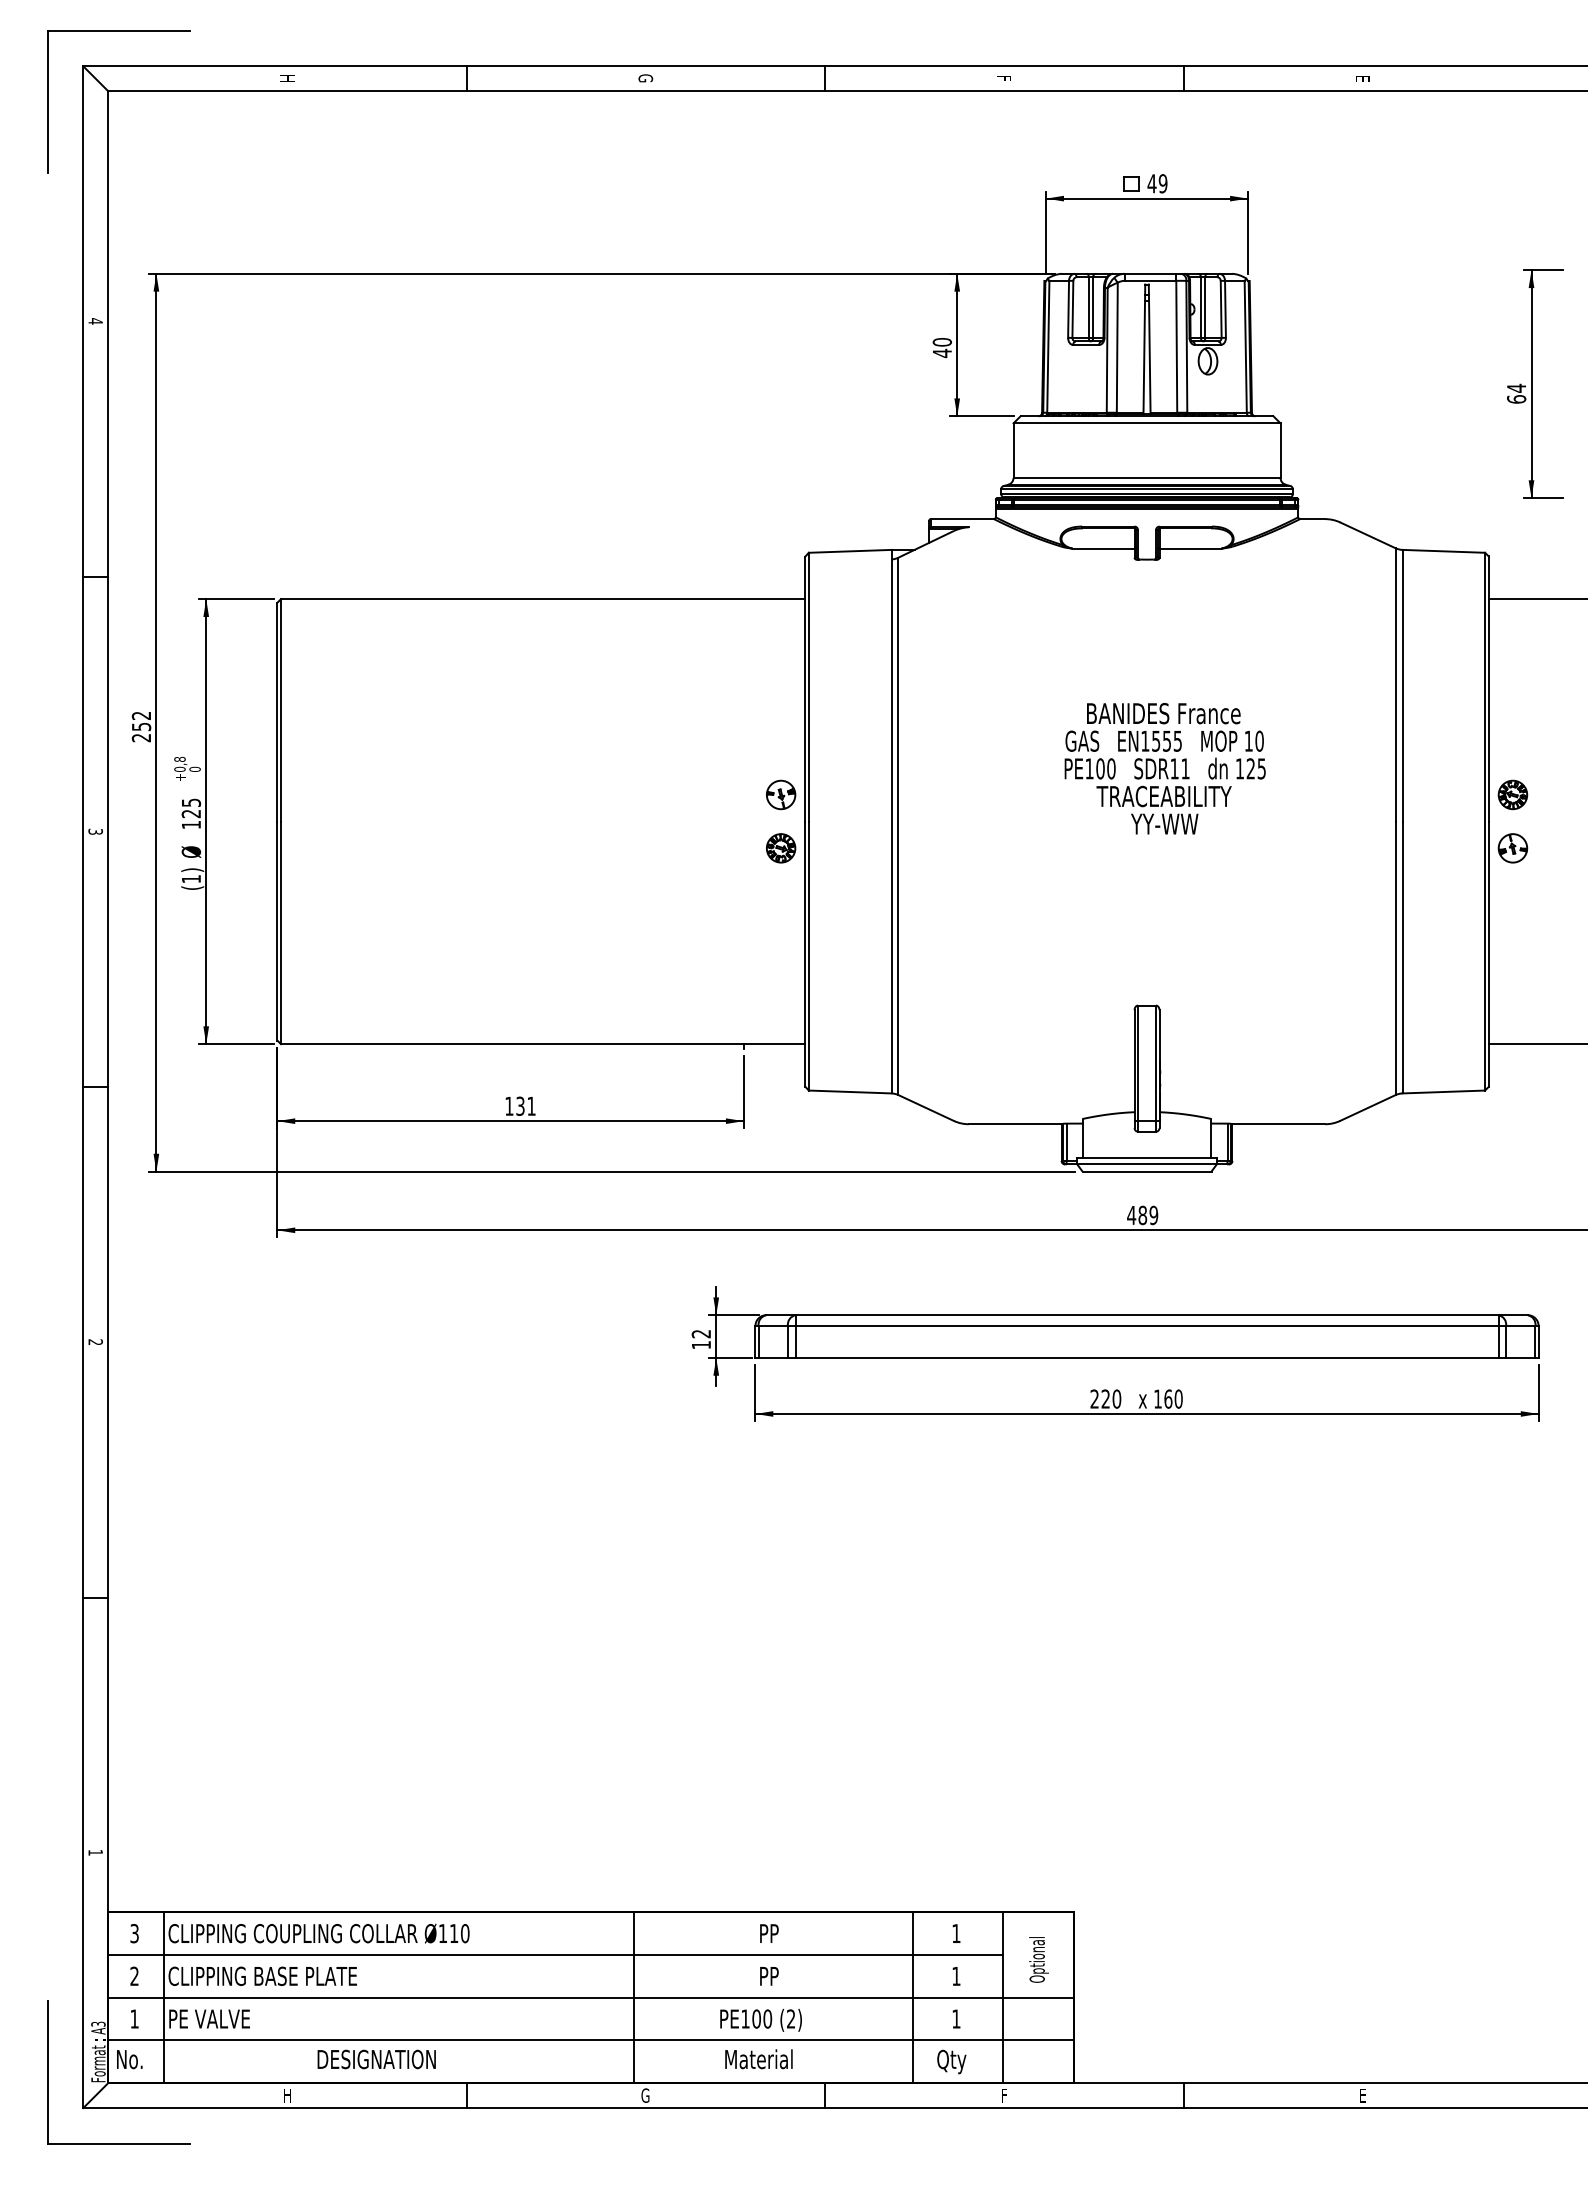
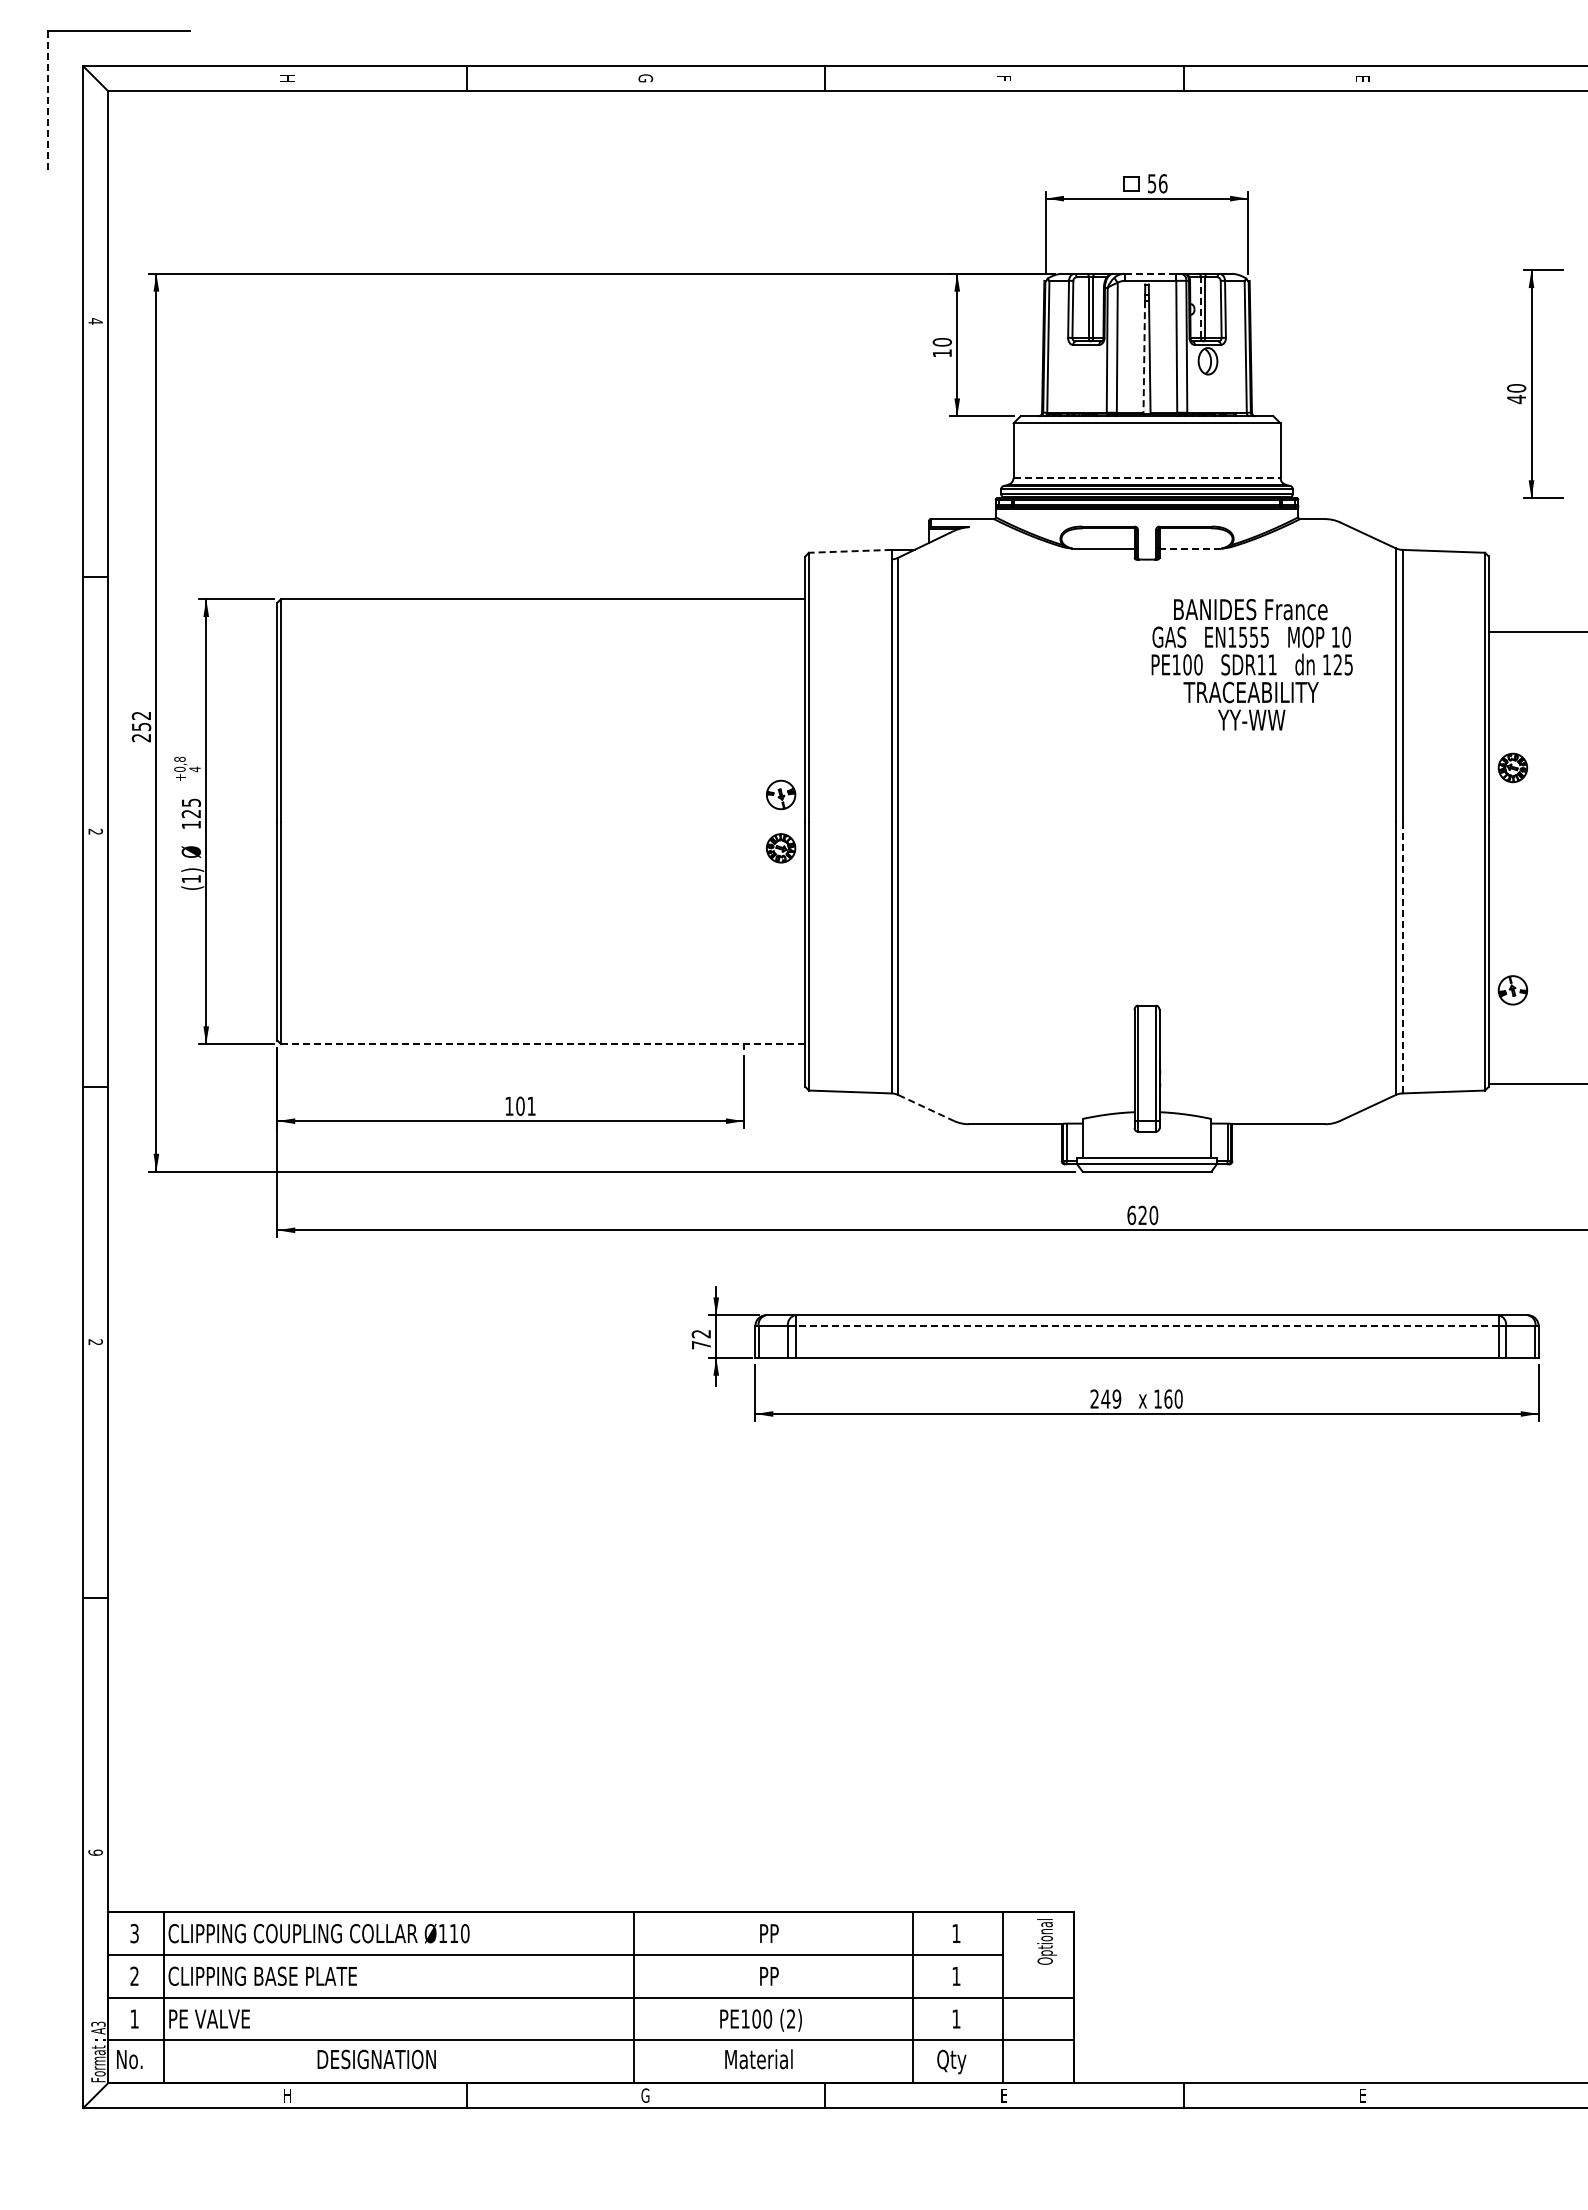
line at (47, 102): solid -> dashed
text at (1157, 183): 49 -> 56
line at (1150, 273): solid -> dashed
line at (1200, 307): solid -> dashed
text at (942, 353): 40 -> 10
line at (1144, 357): solid -> dashed
text at (1516, 393): 64 -> 40
line at (1147, 477): solid -> dashed
line at (1190, 548): solid -> dashed
line at (849, 551): solid -> dashed
line at (1536, 599) position: (1536, 599) -> (1536, 632)
text at (1164, 768) position: (1164, 768) -> (1251, 664)
text at (194, 769): 0 -> 4
part at (1512, 794) position: (1512, 794) -> (1512, 767)
text at (95, 831): 3 -> 2
part at (1512, 848) position: (1512, 848) -> (1512, 990)
line at (1402, 957): solid -> dashed
line at (543, 1044): solid -> dashed
line at (1536, 1044) position: (1536, 1044) -> (1536, 1084)
text at (520, 1105): 131 -> 101
line at (926, 1108): solid -> dashed
text at (1142, 1215): 489 -> 620
line at (1147, 1325): solid -> dashed
text at (701, 1345): 12 -> 72
text at (1111, 1398): 220 -> 249
text at (95, 1852): 1 -> 9
text at (1038, 1959) position: (1038, 1959) -> (1046, 1941)
part at (48, 2072): present -> none
text at (1003, 2095): F -> E
